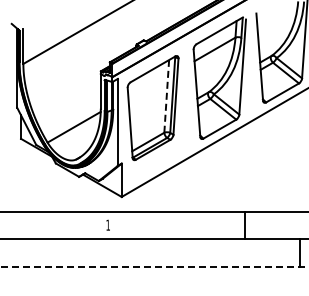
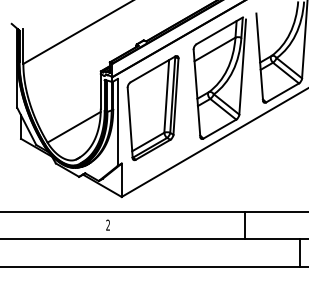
line at (166, 95): dashed -> solid
text at (107, 224): 1 -> 2
line at (154, 266): dashed -> solid
